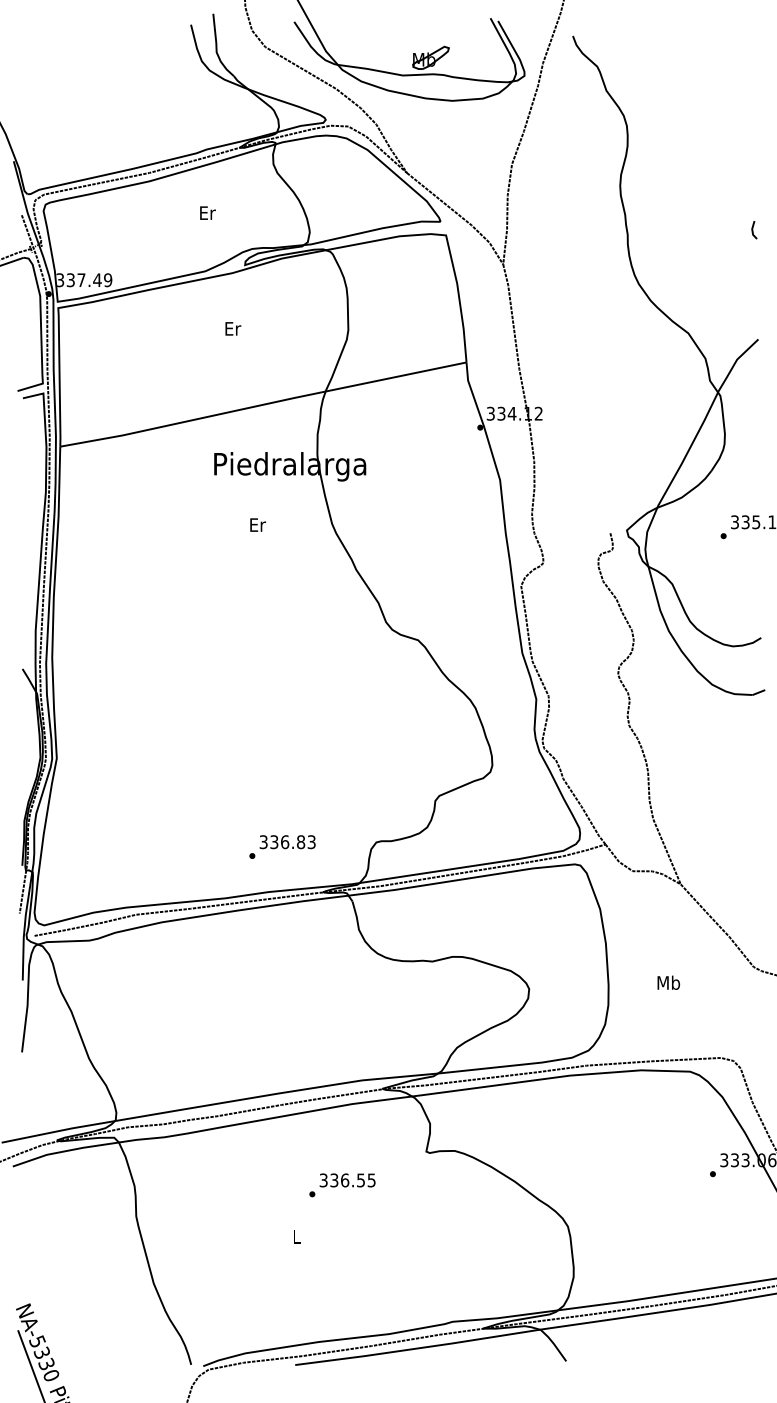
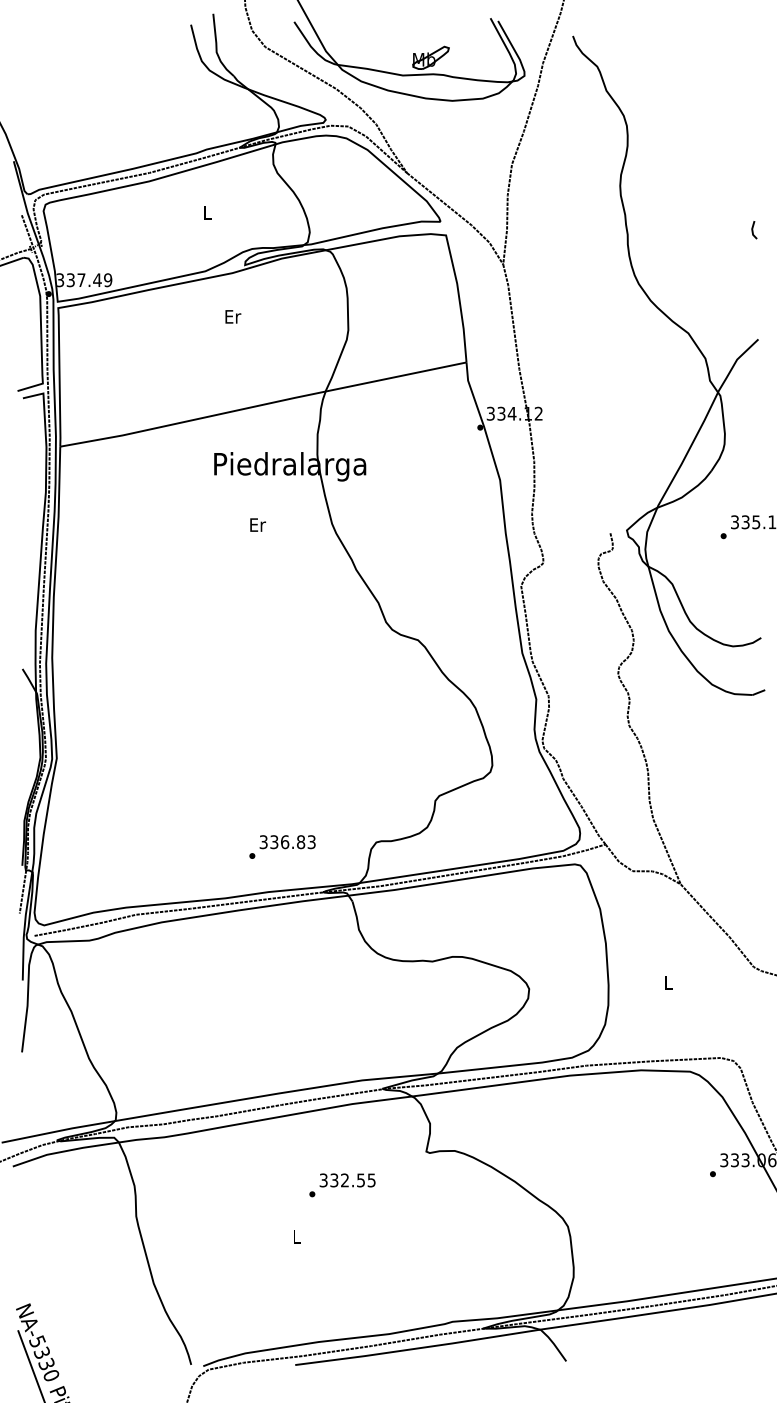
text at (207, 212): Er -> L
text at (233, 328) position: (233, 328) -> (233, 316)
text at (668, 982): Mb -> L
text at (345, 1180): 336.55 -> 332.55
